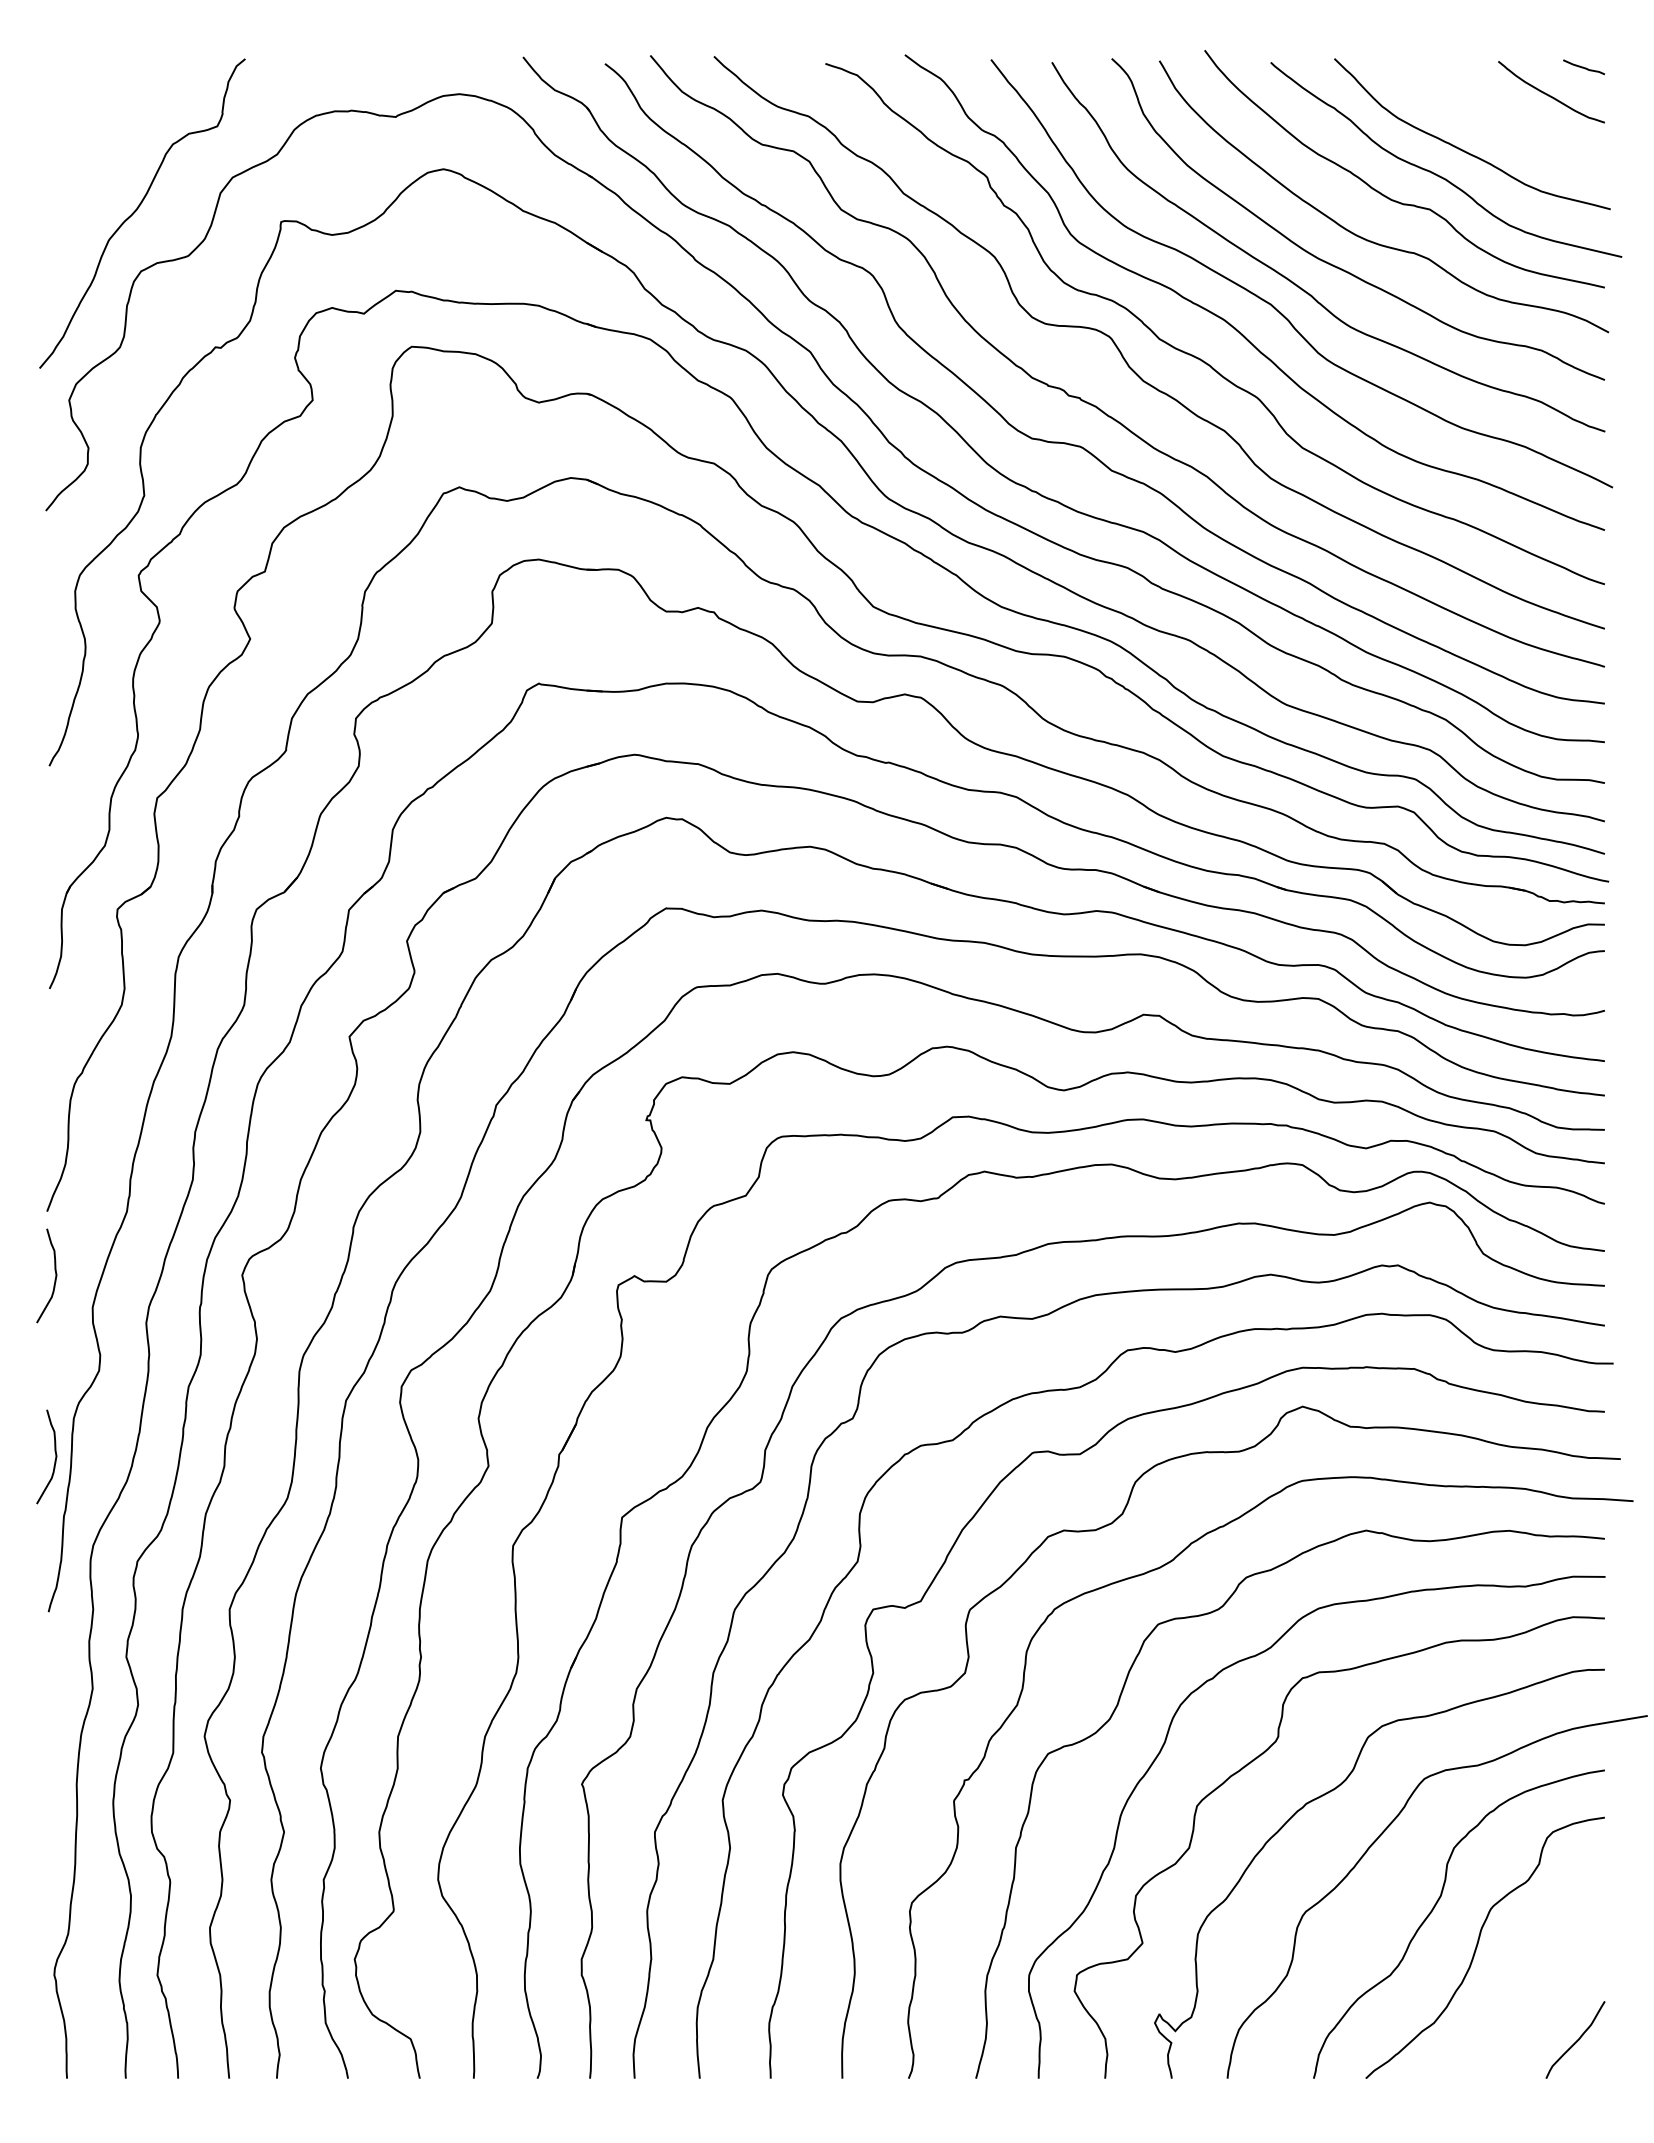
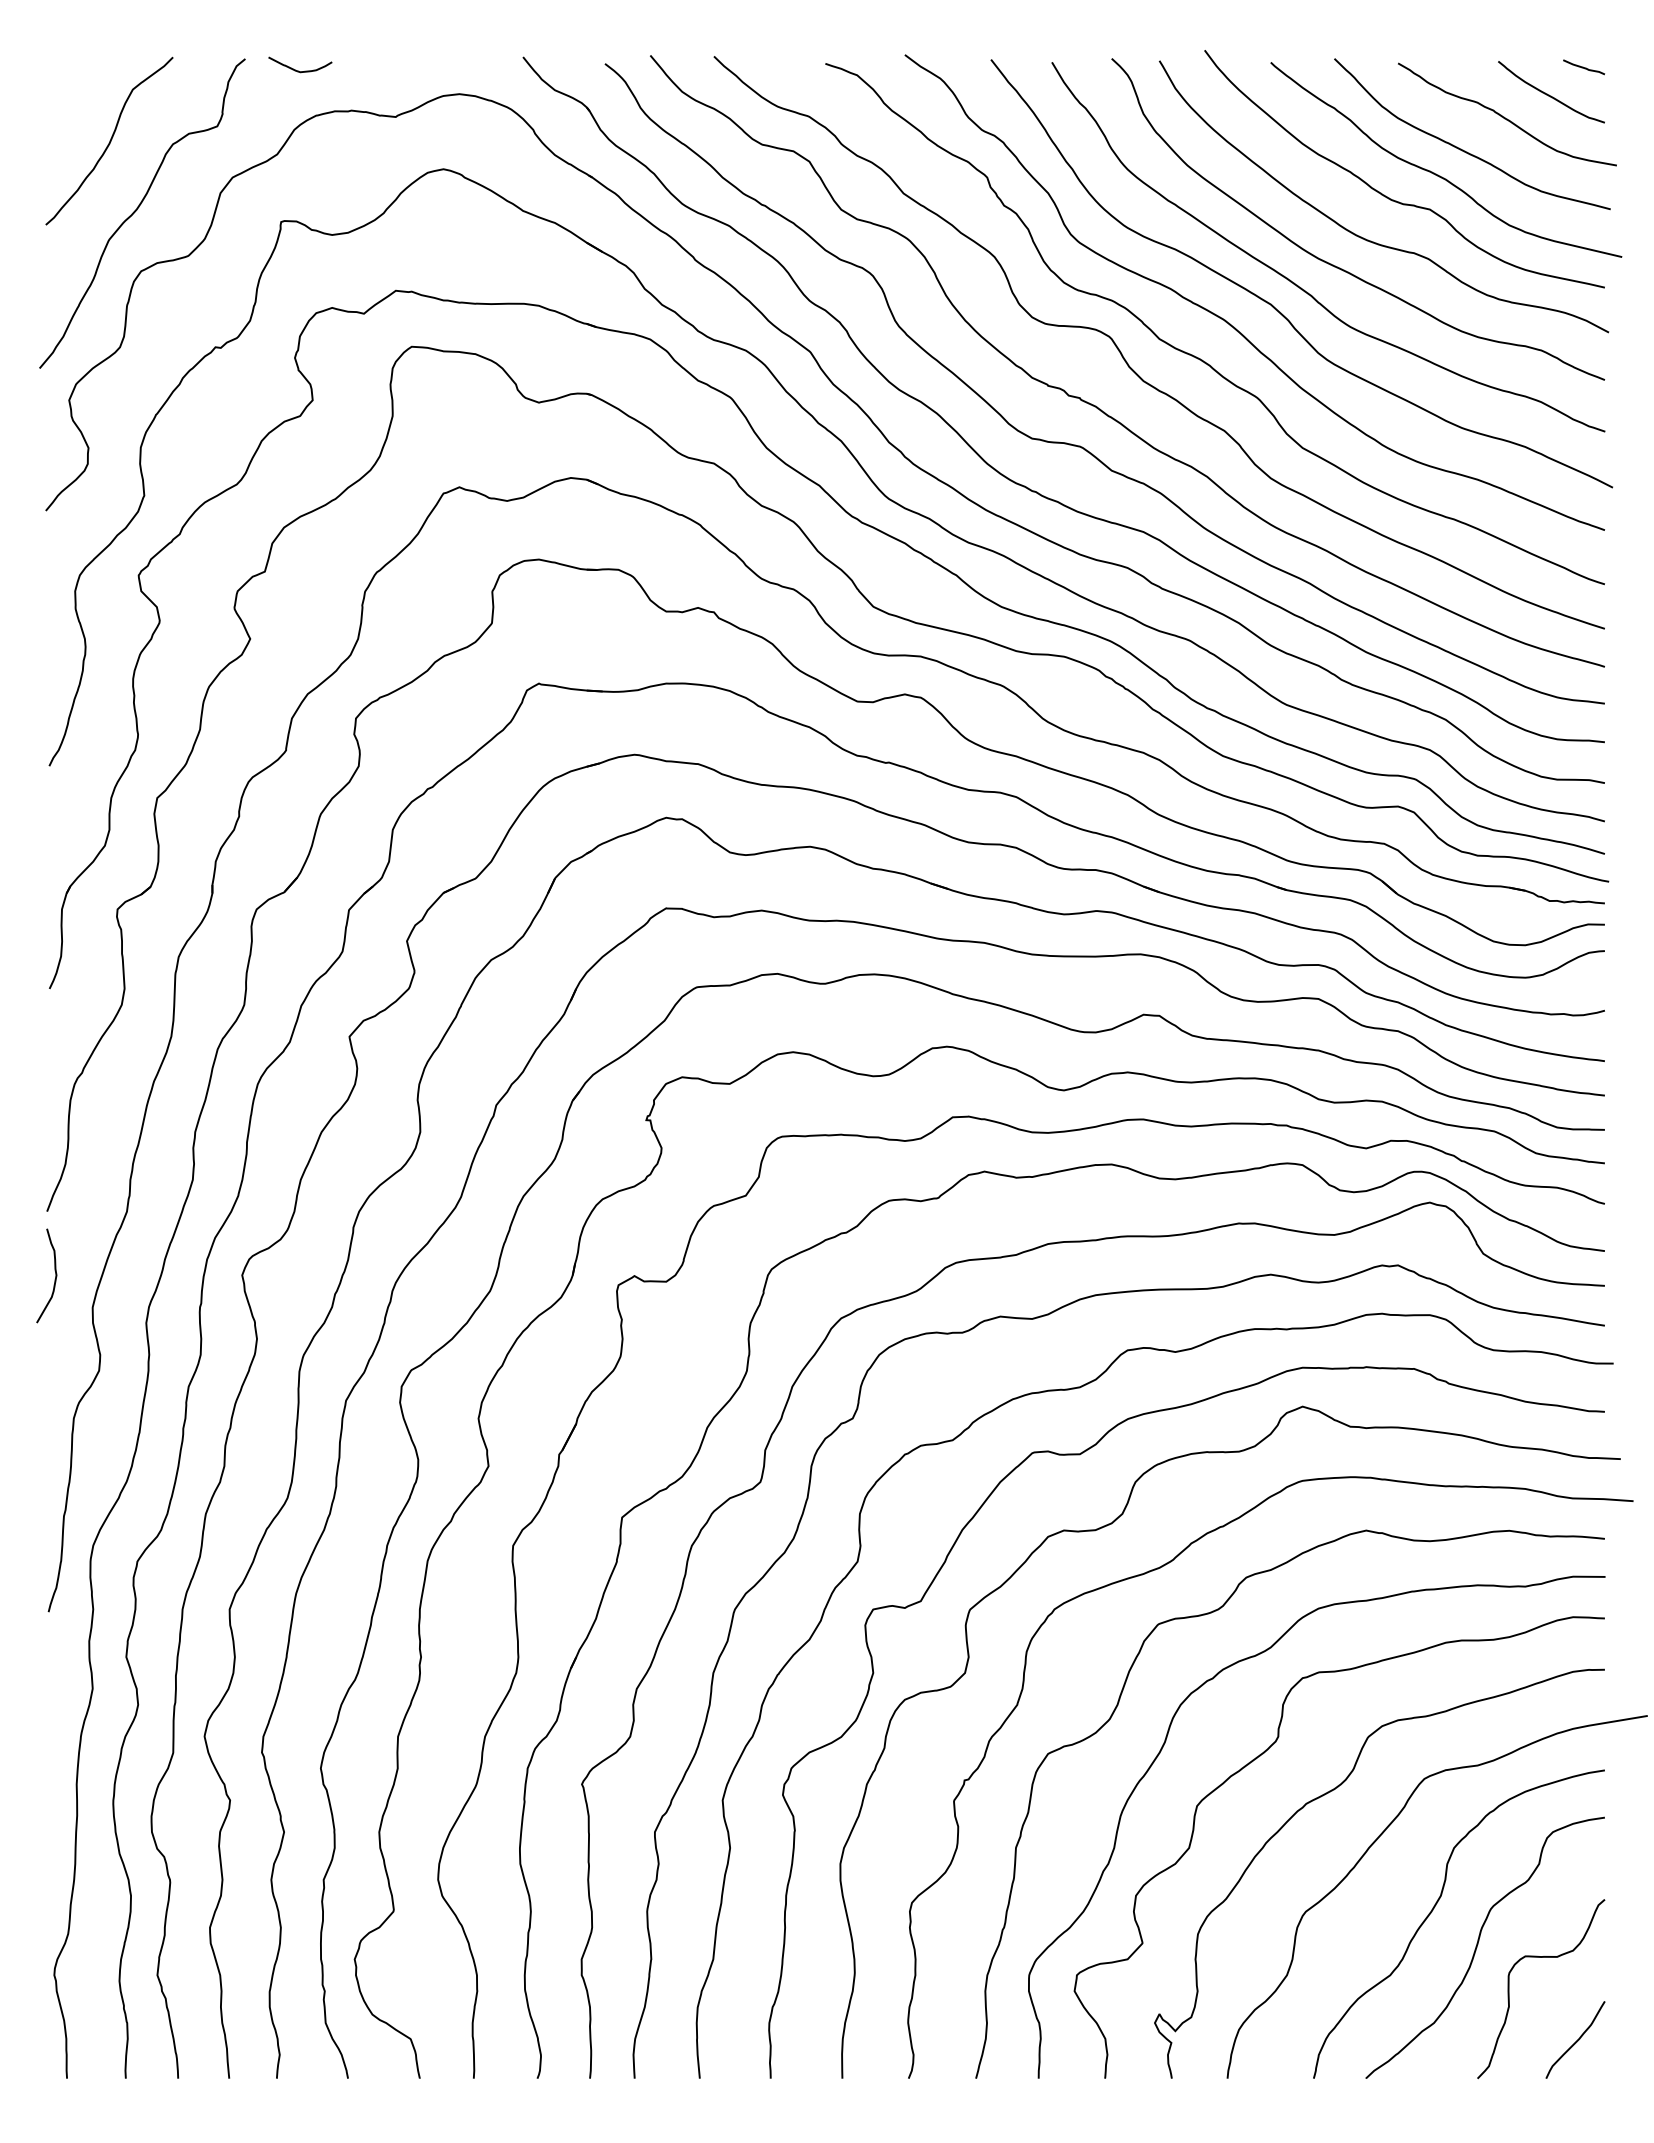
curve at (298, 70): none -> present
curve at (1504, 116): none -> present
curve at (109, 140): none -> present
curve at (54, 1460): present -> none
curve at (1541, 1957): none -> present
